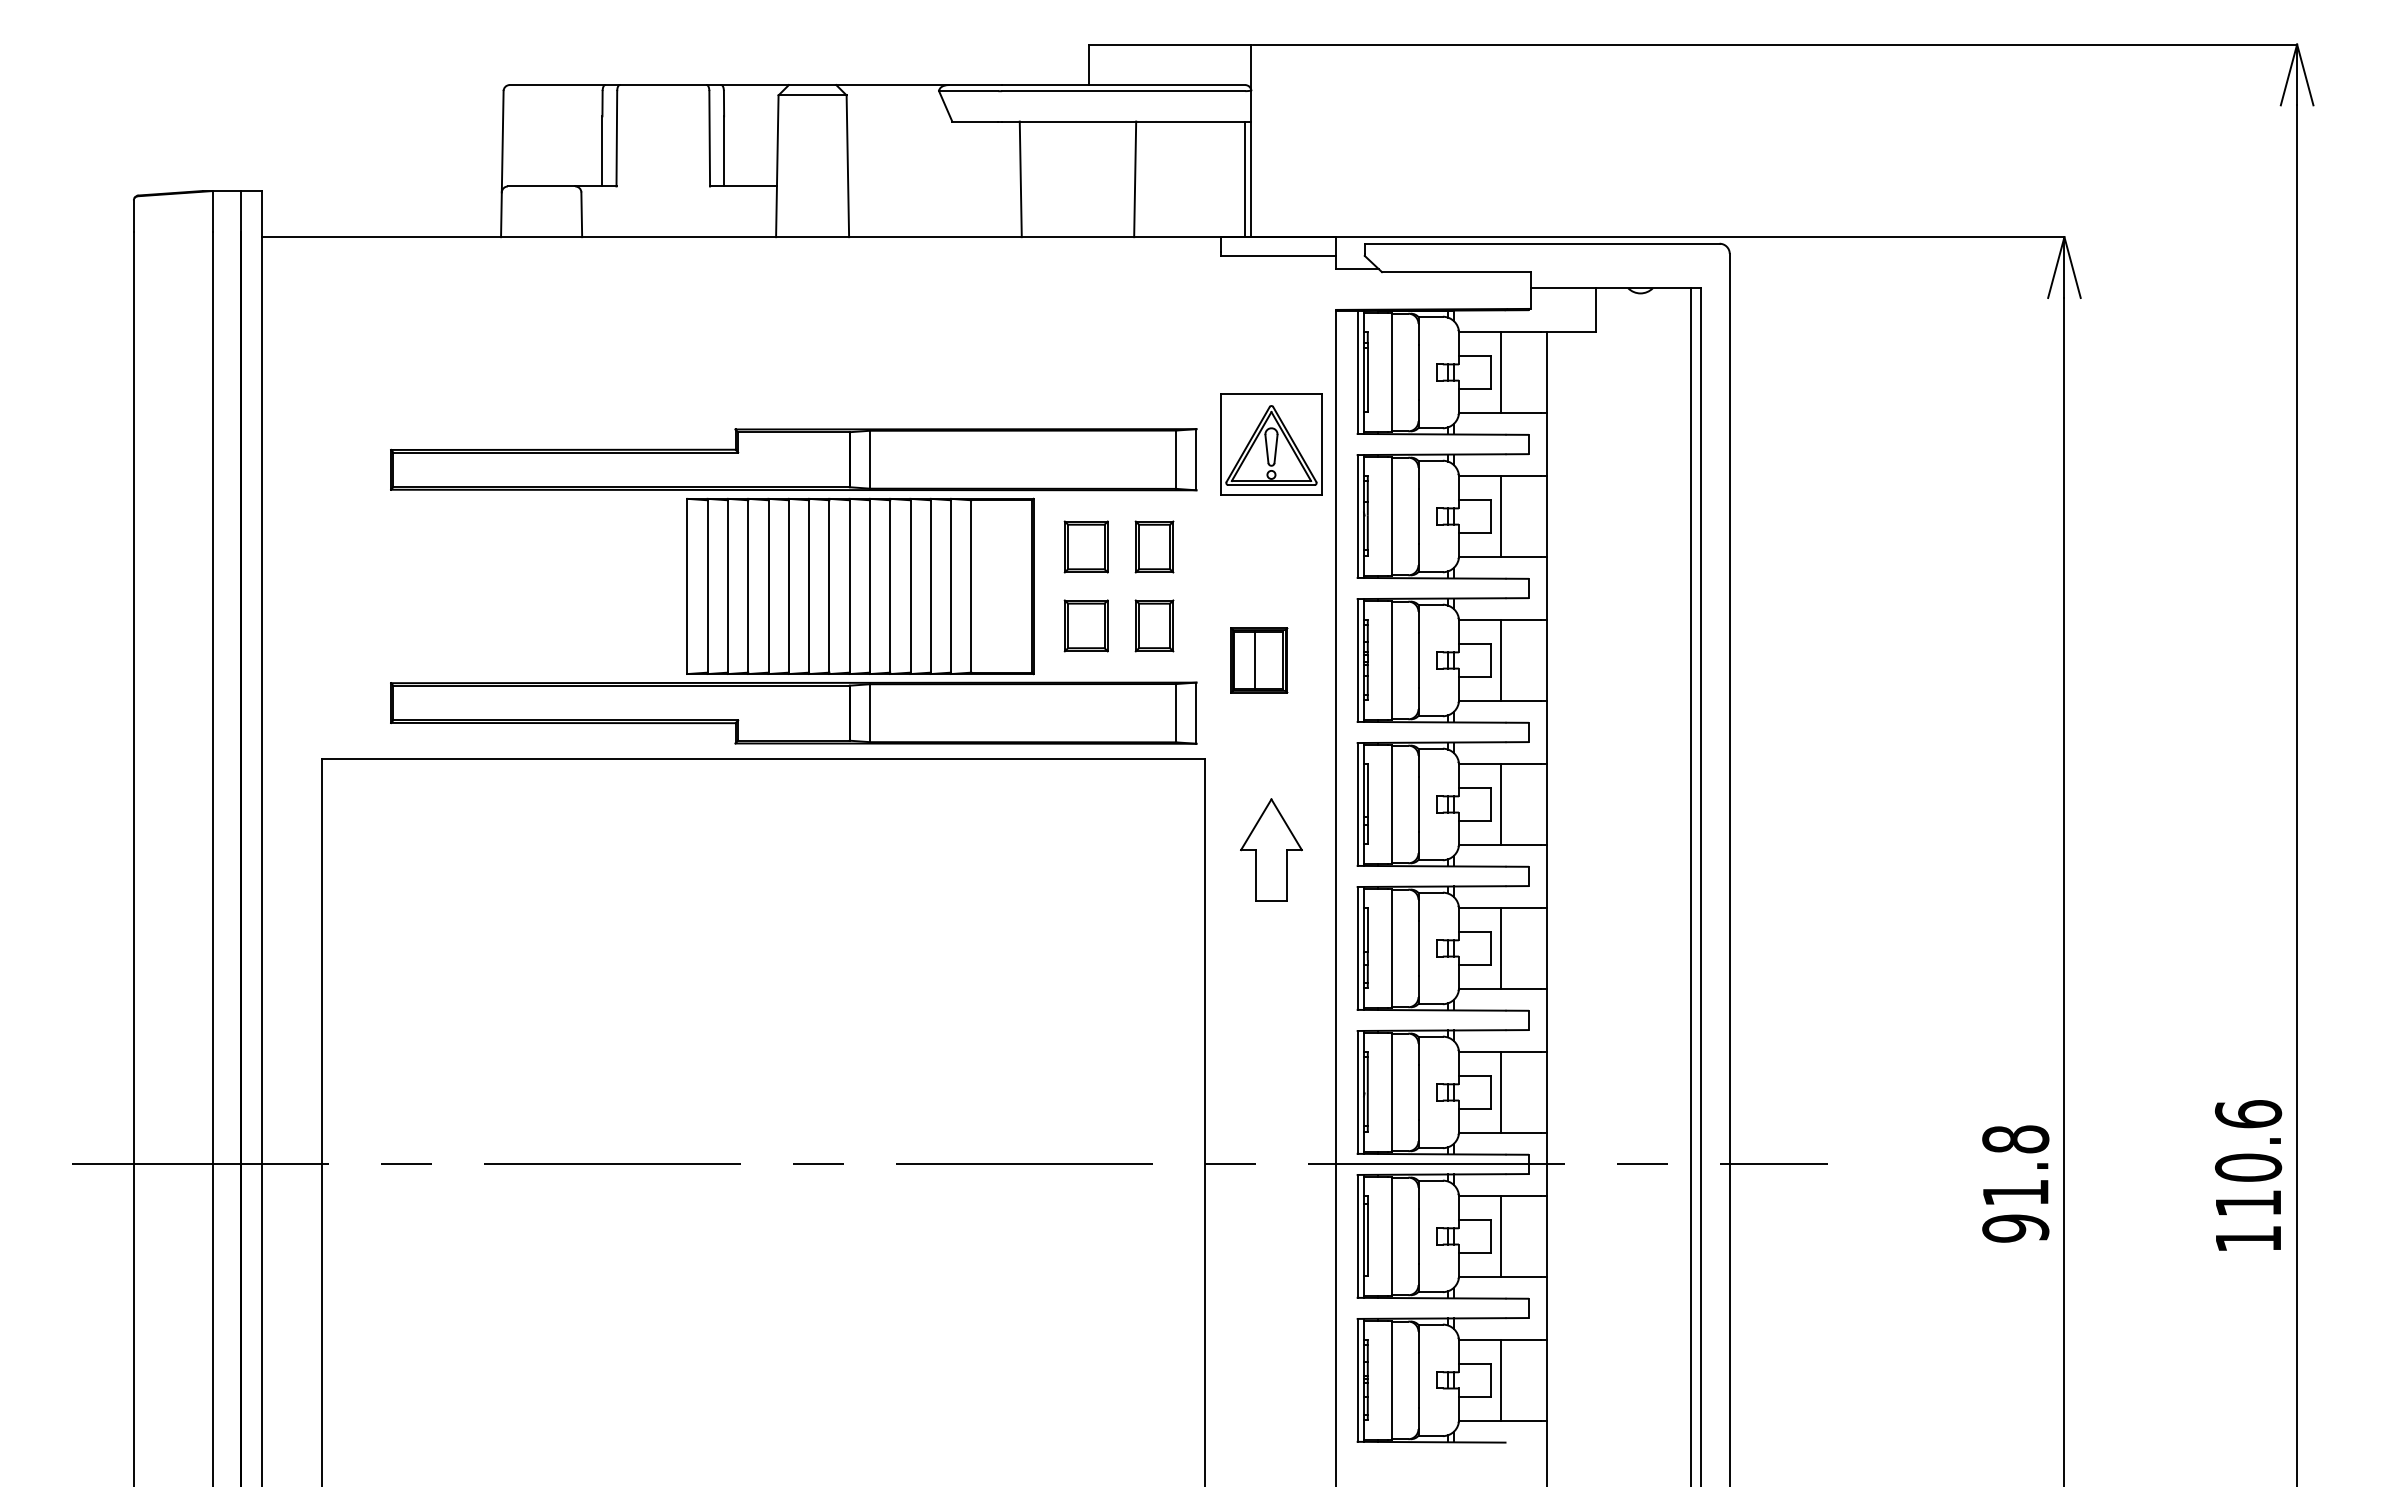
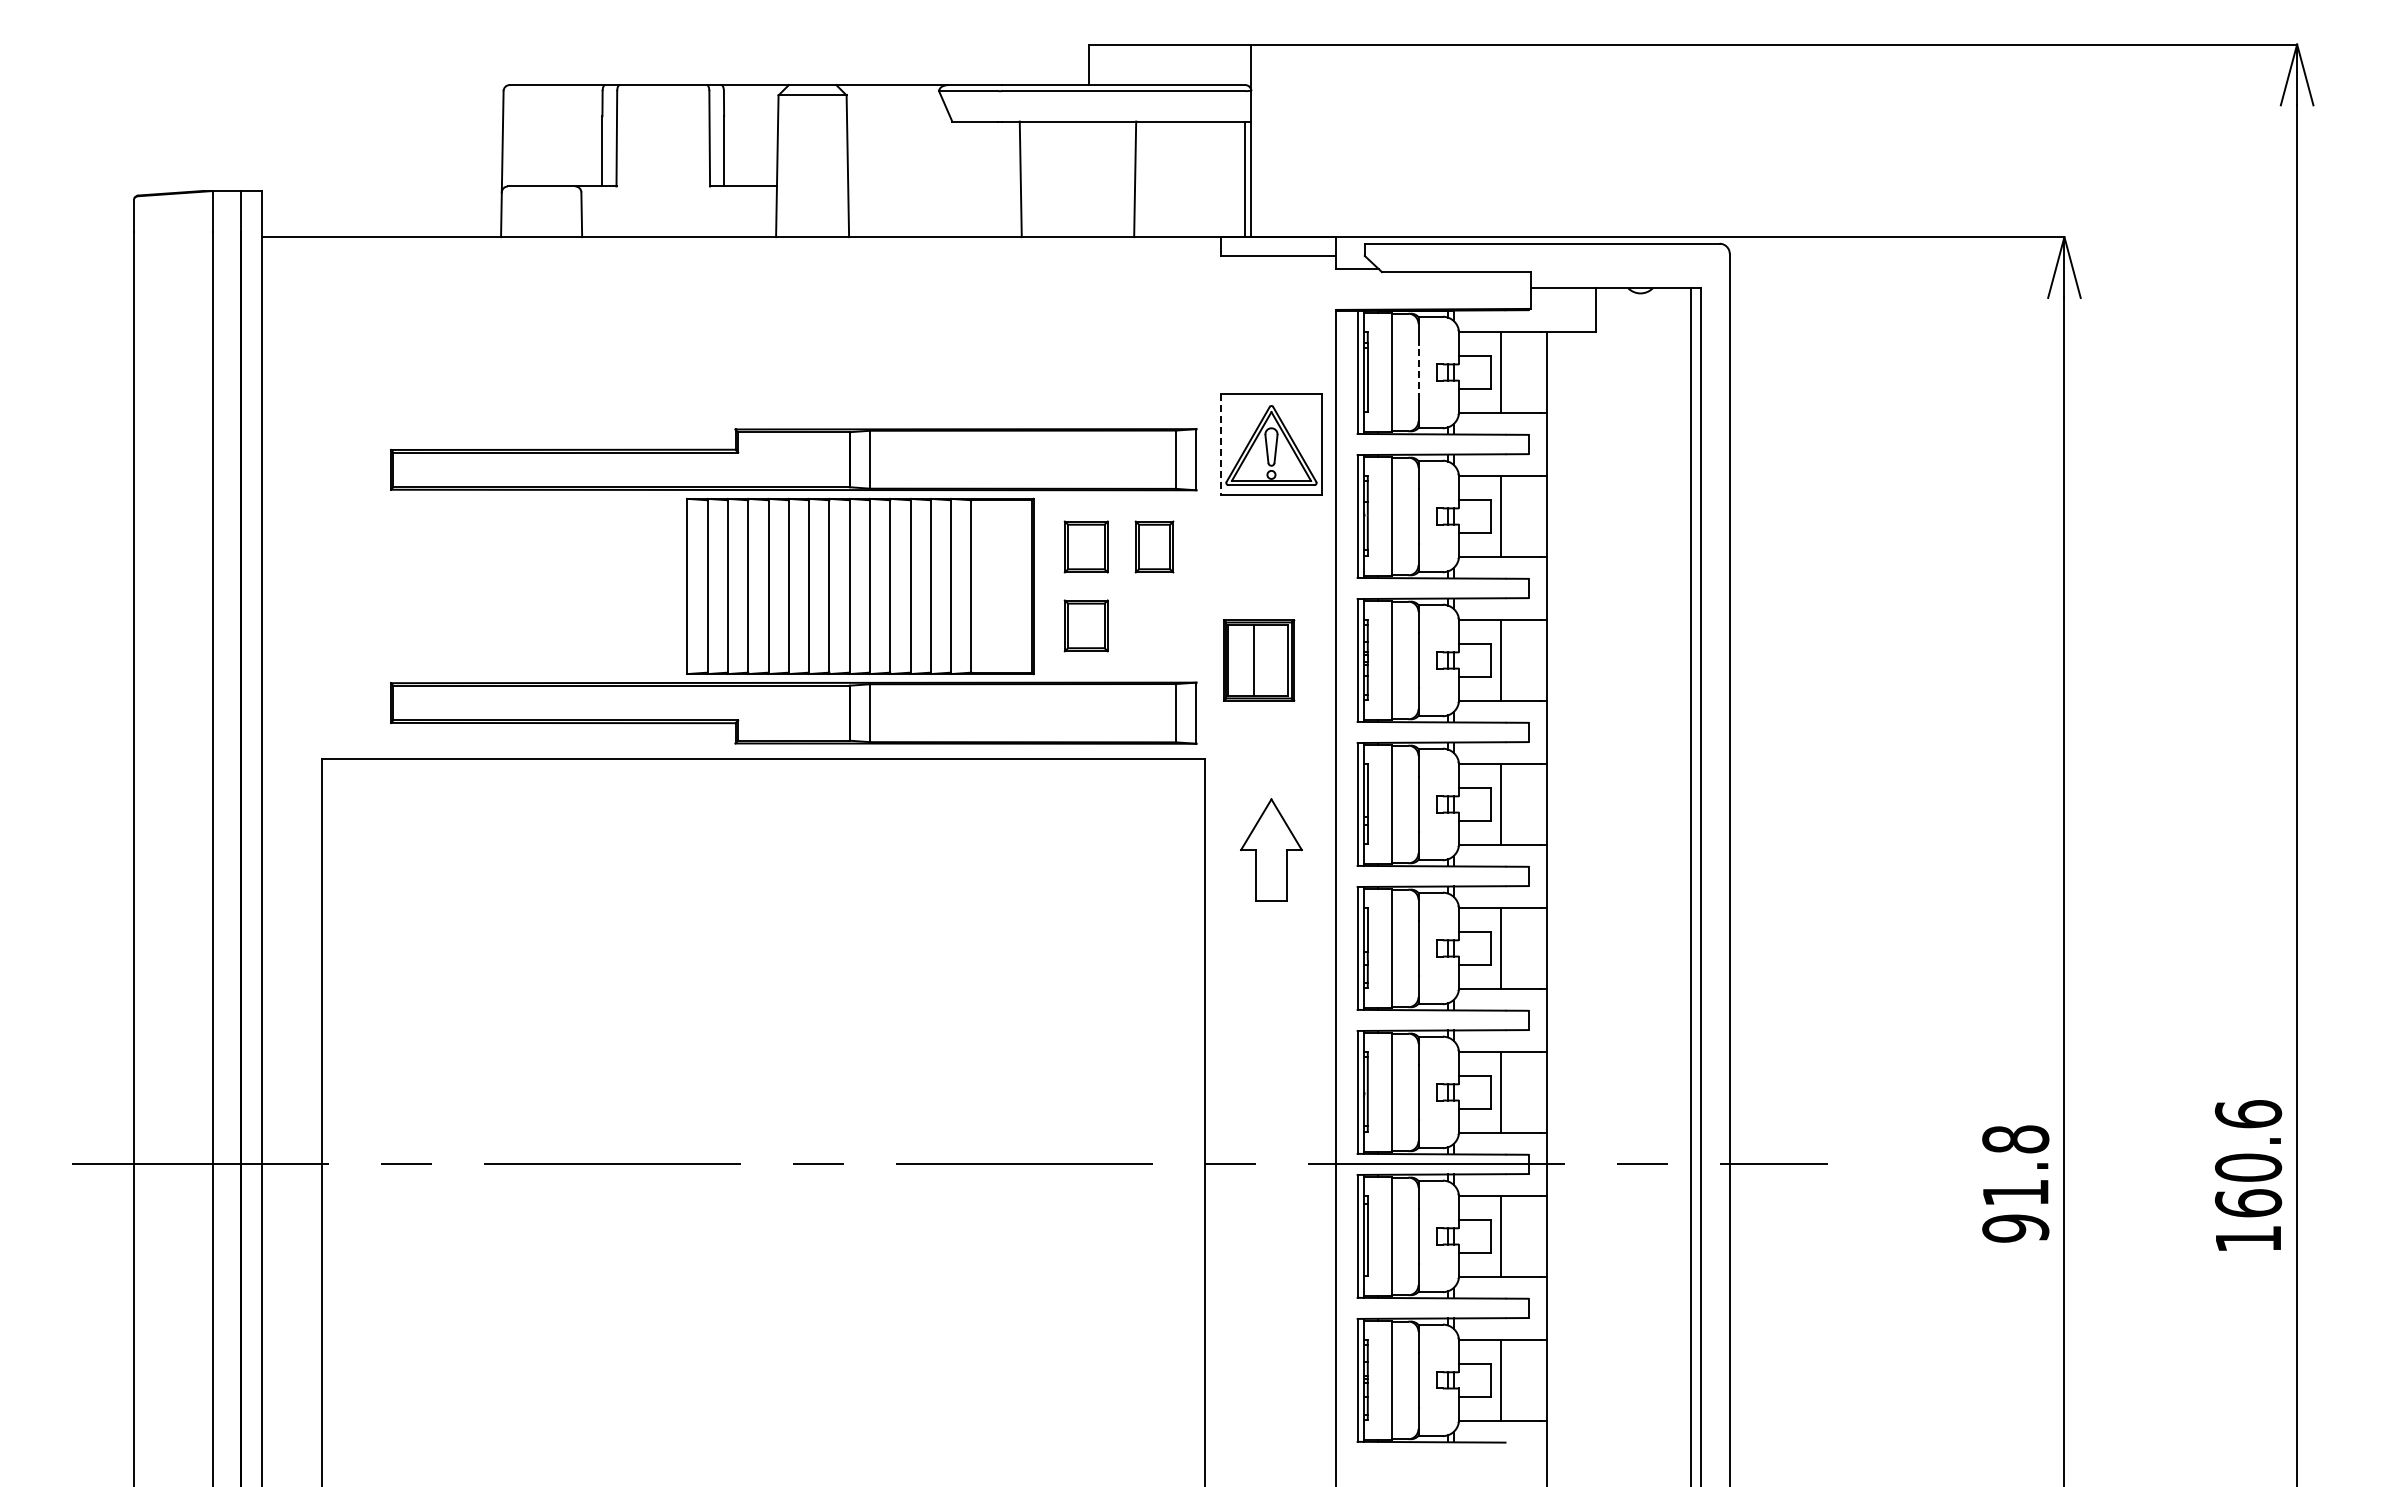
line at (1418, 372): solid -> dashed
line at (1220, 444): solid -> dashed
part at (1154, 625): present -> none
part at (1259, 660) size: 59x67 px -> 73x83 px
text at (2248, 1203): 110.6 -> 160.6
